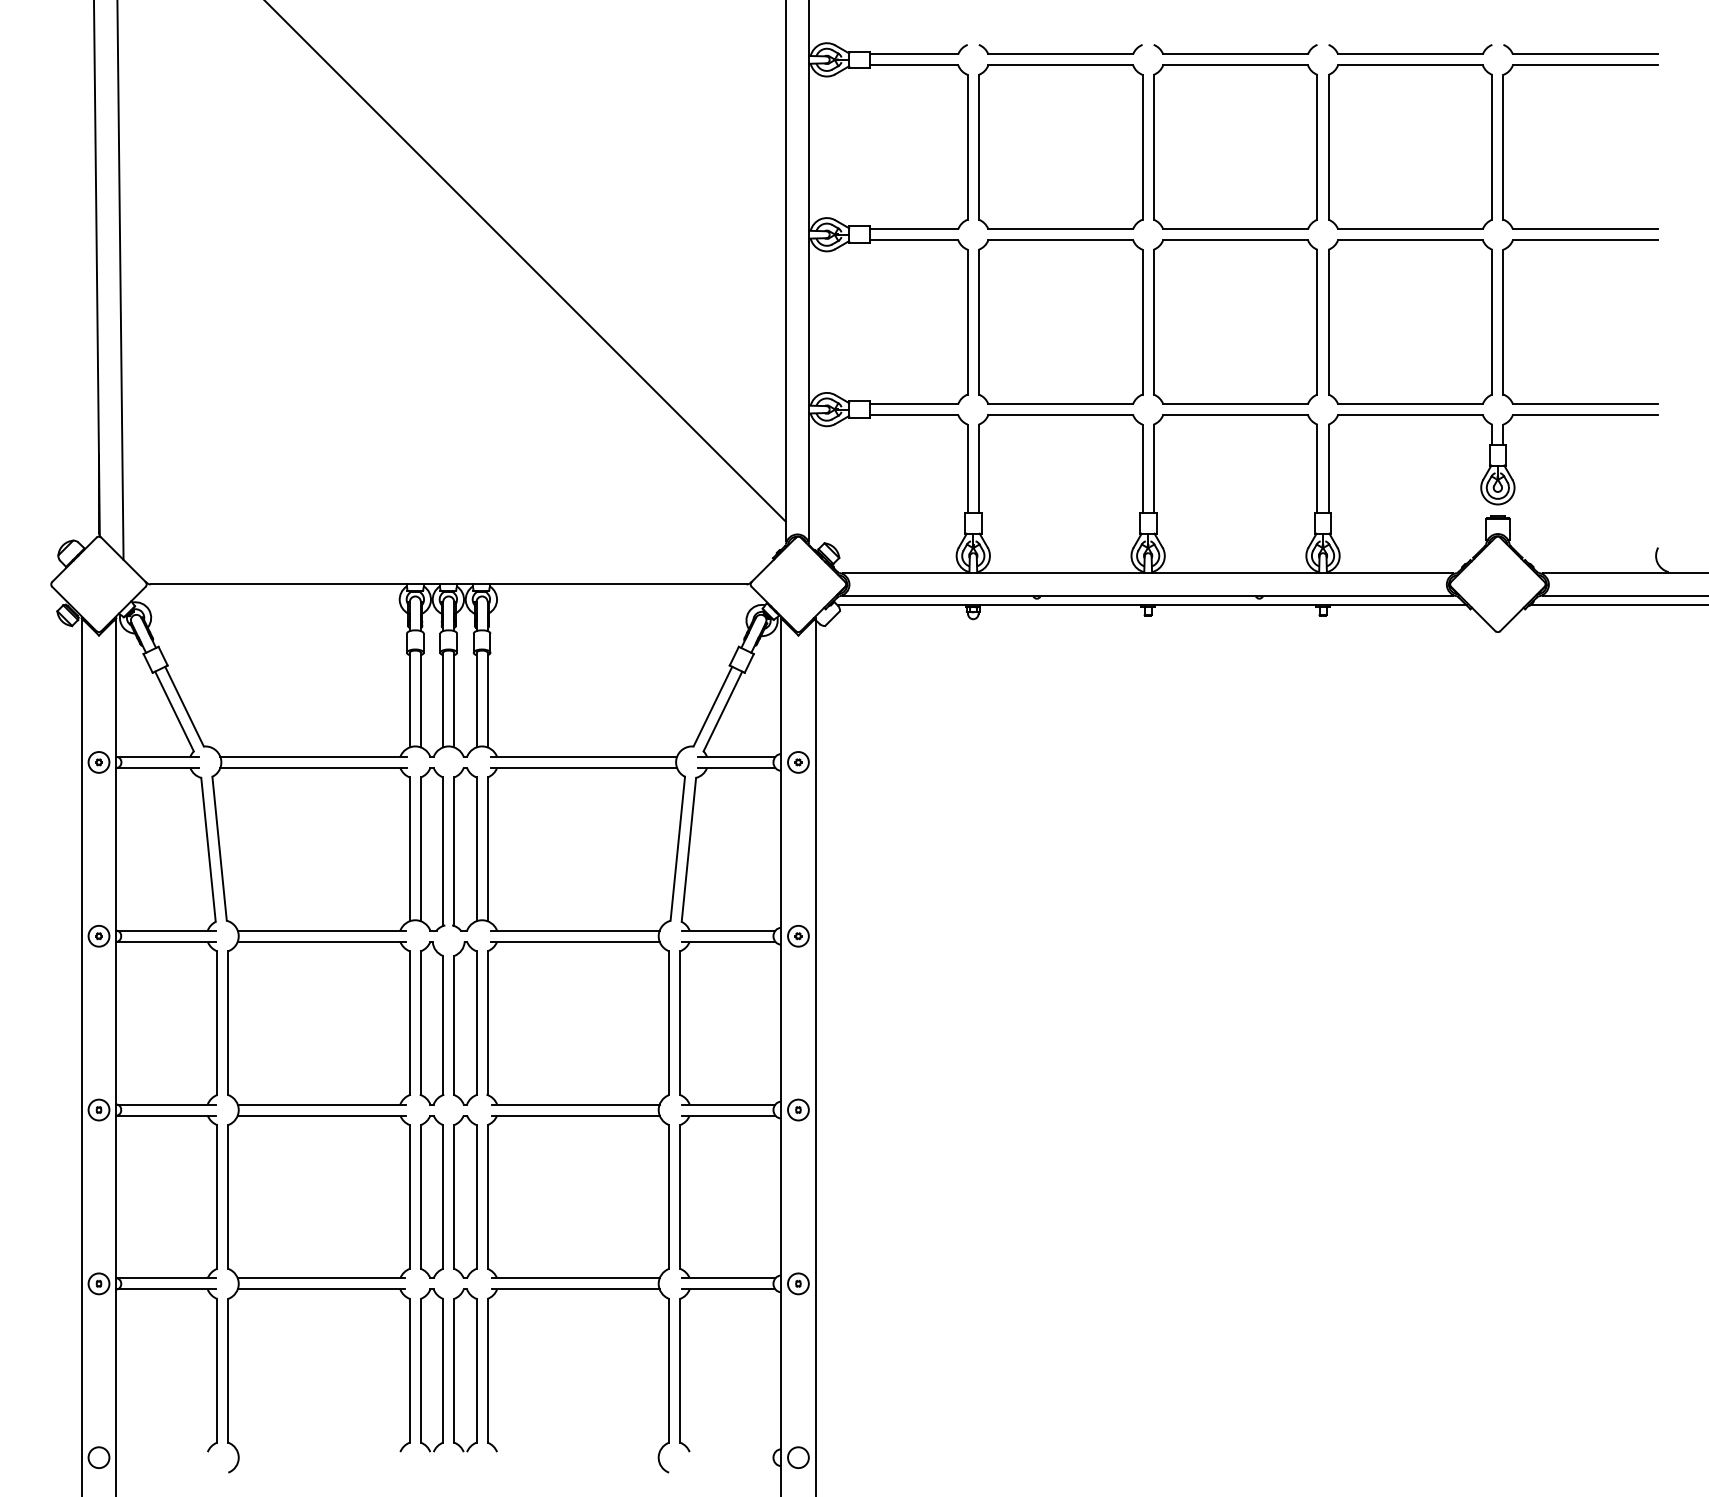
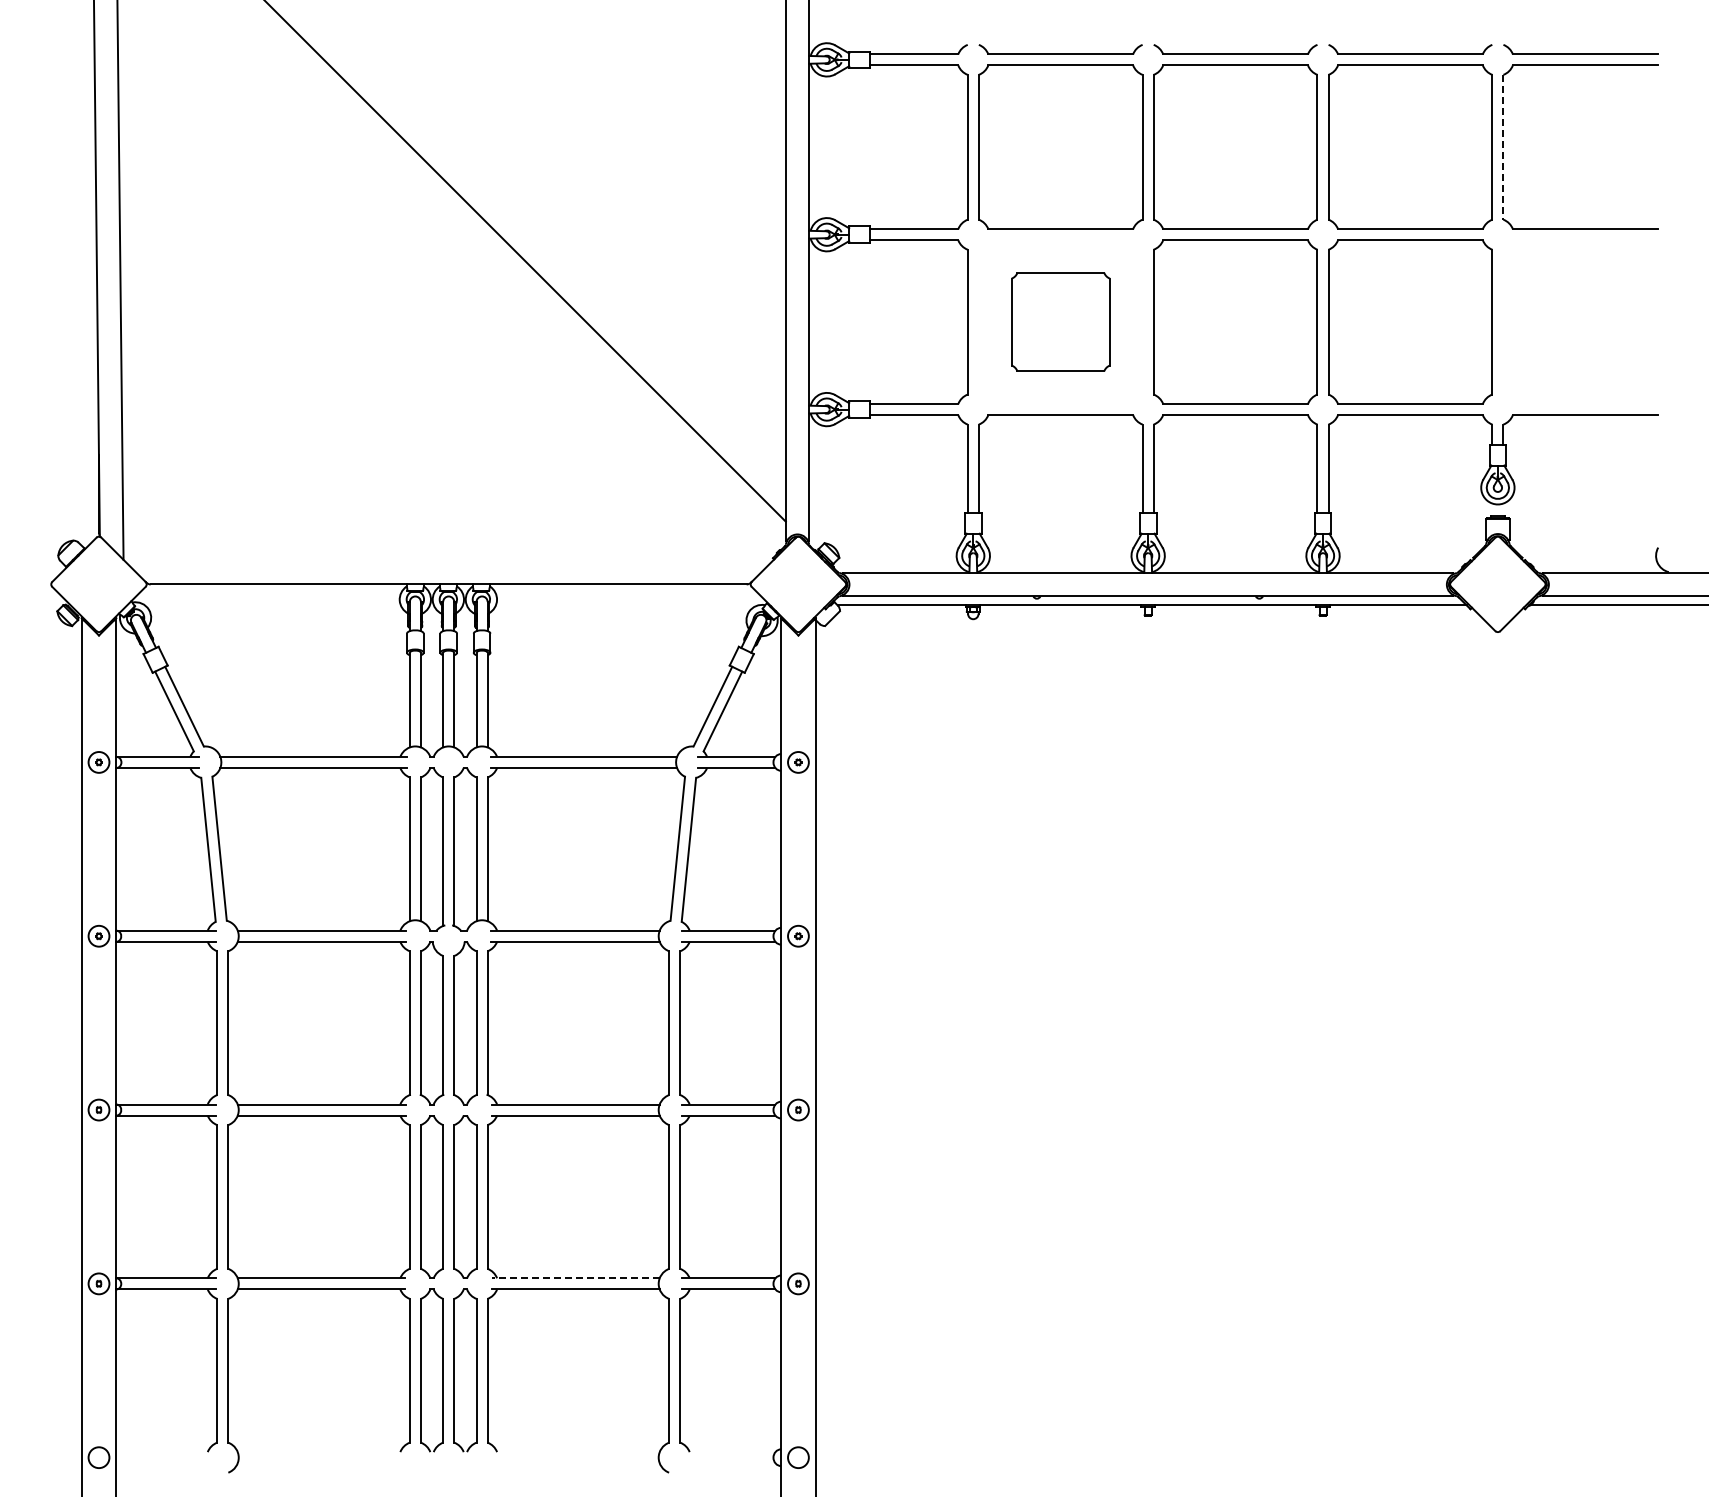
line at (1503, 147): solid -> dashed
part at (1060, 321) size: 166x166 px -> 100x100 px
part at (1503, 321): present -> none
line at (576, 1278): solid -> dashed
